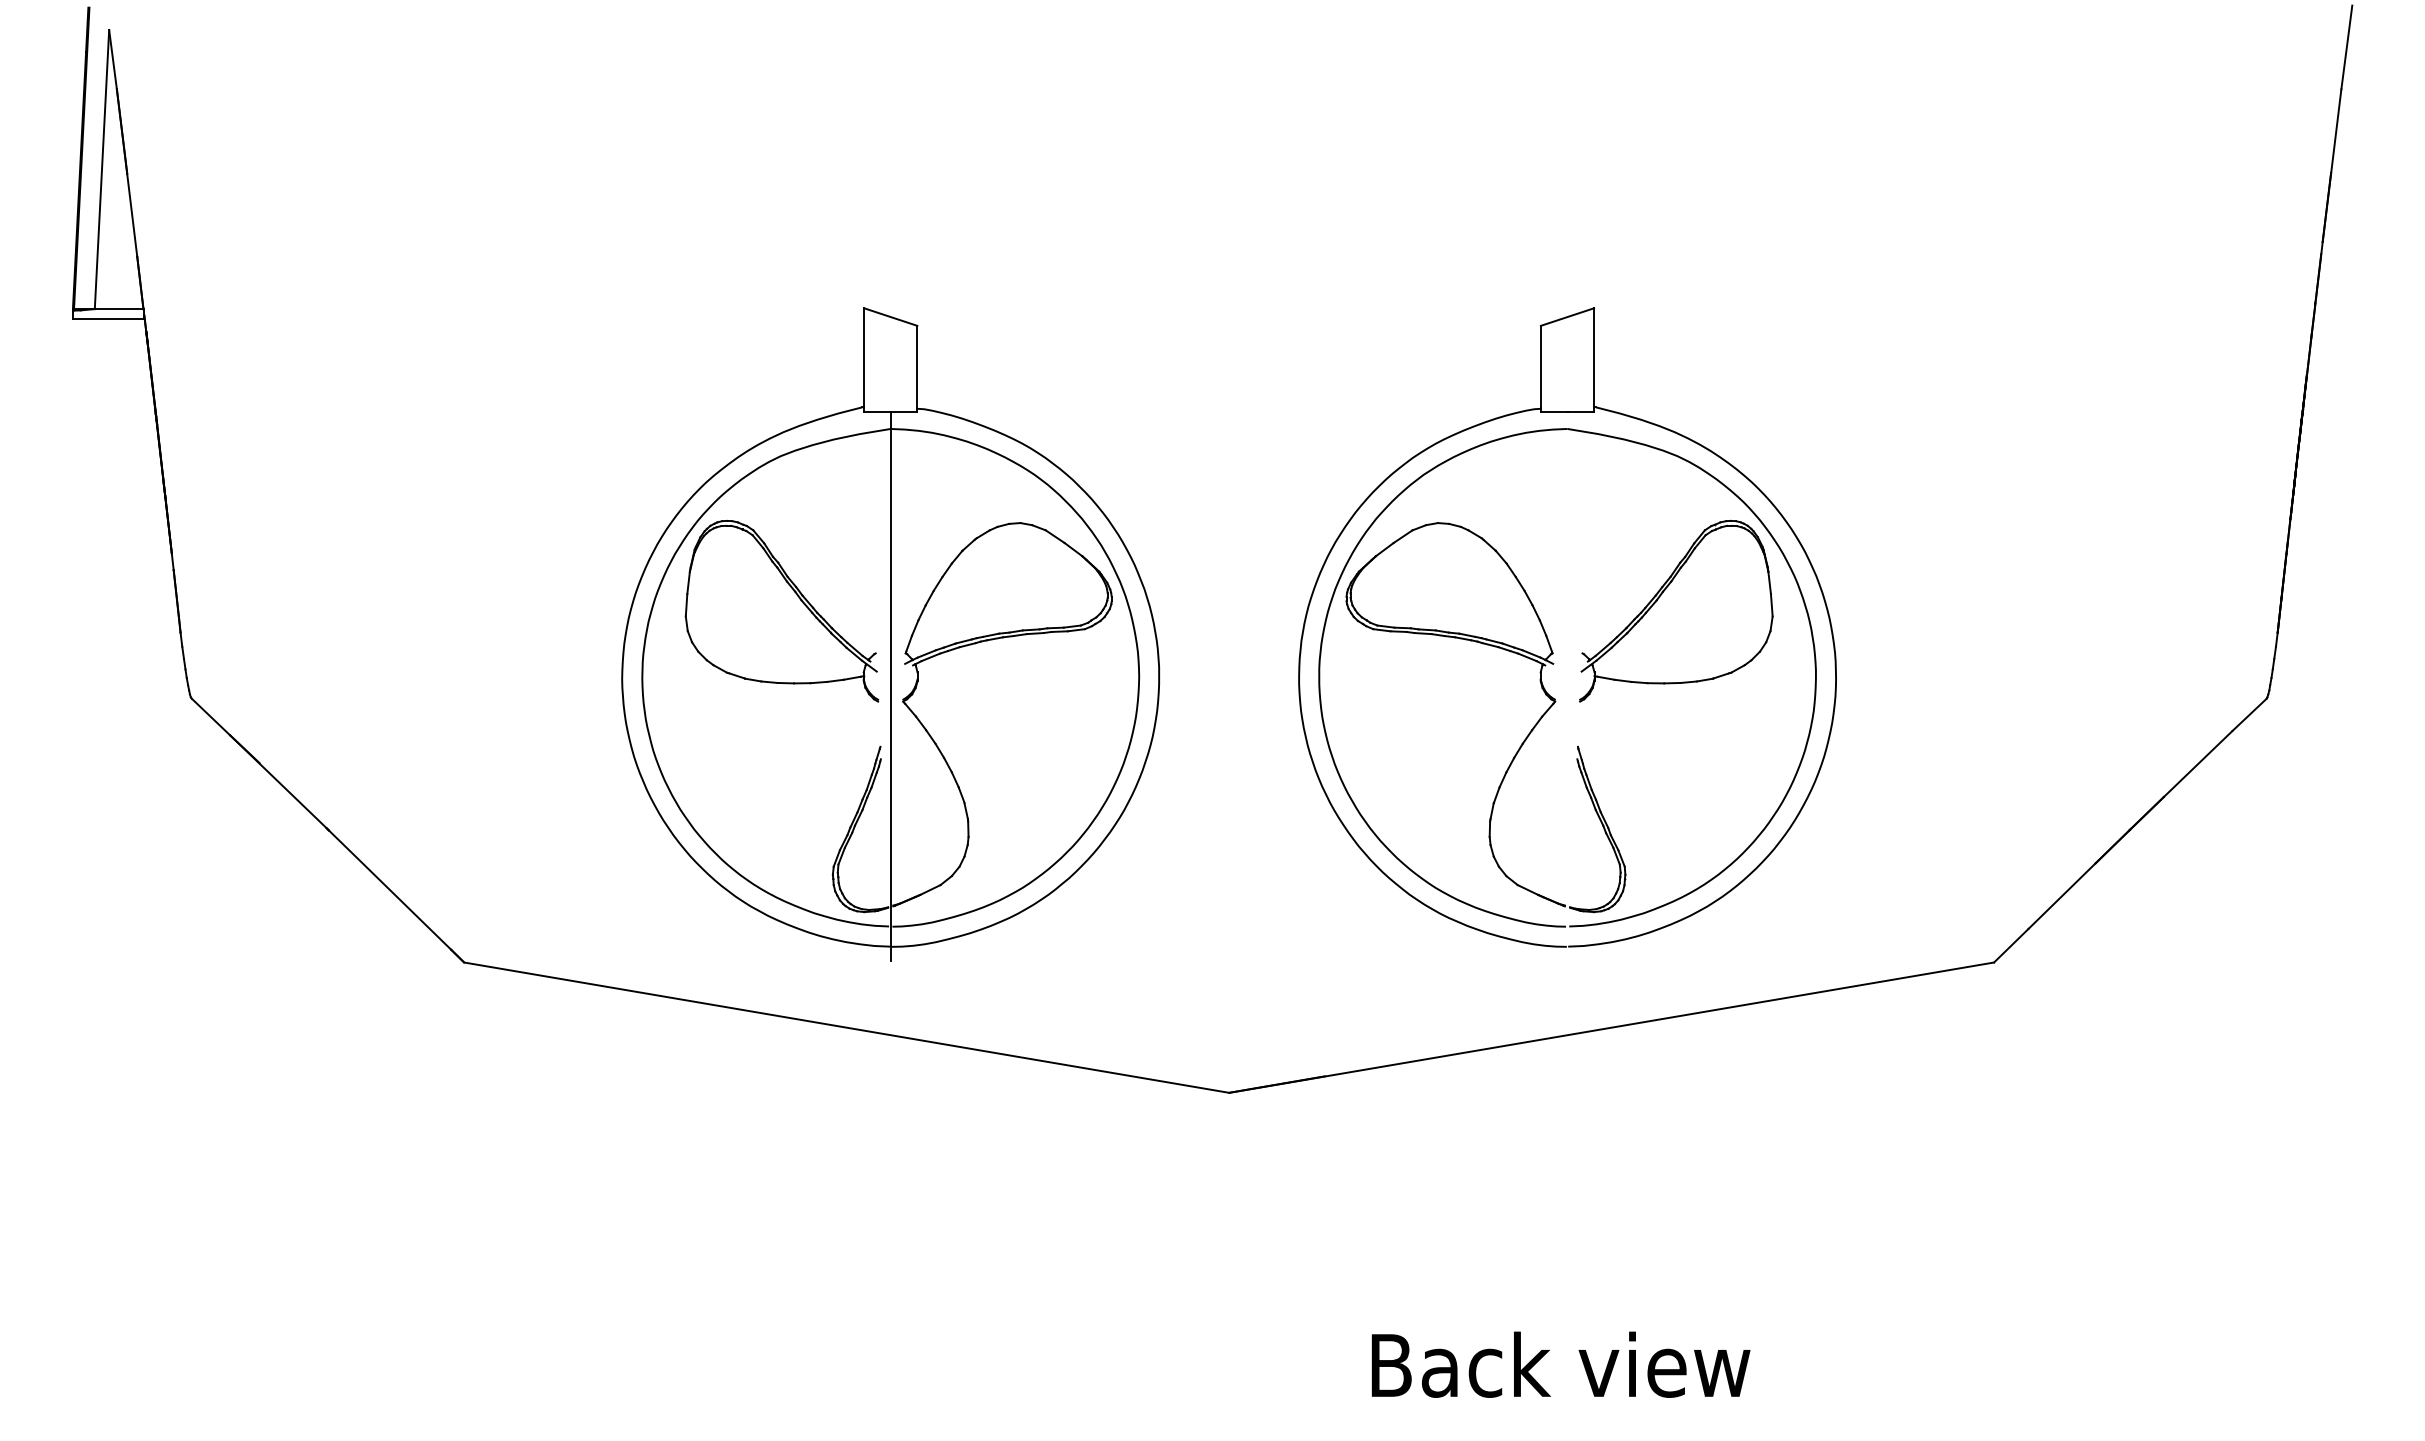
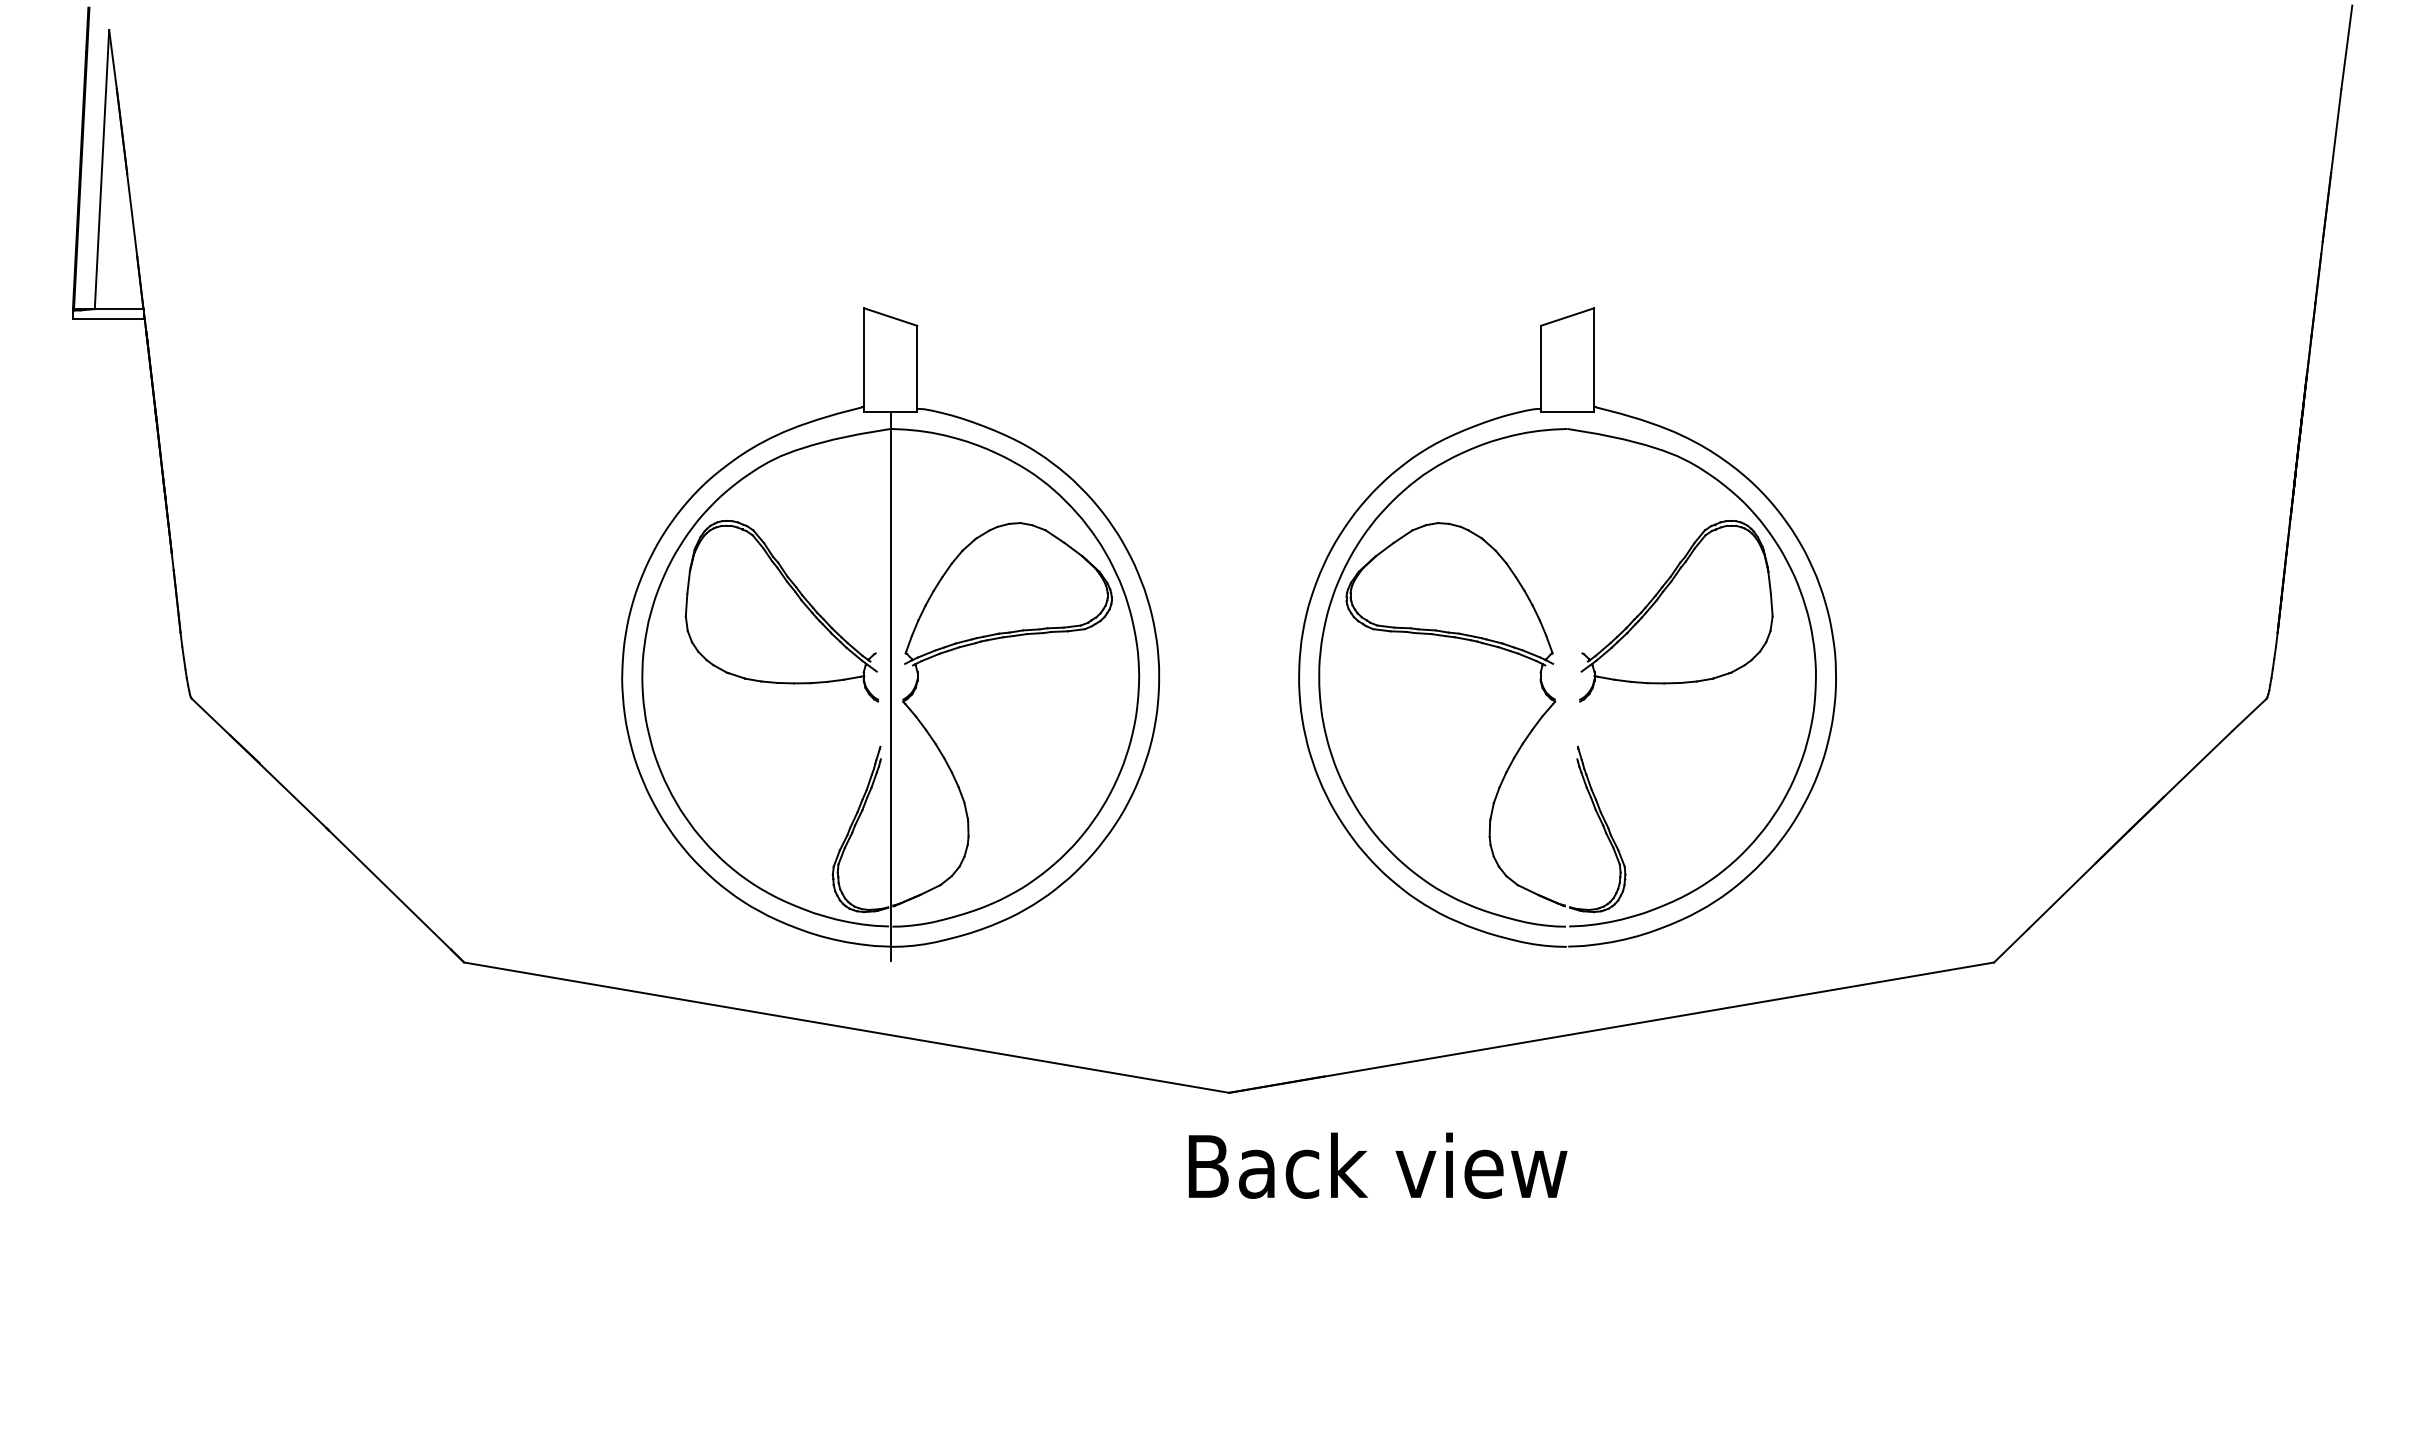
text at (1560, 1364) position: (1560, 1364) -> (1377, 1165)
